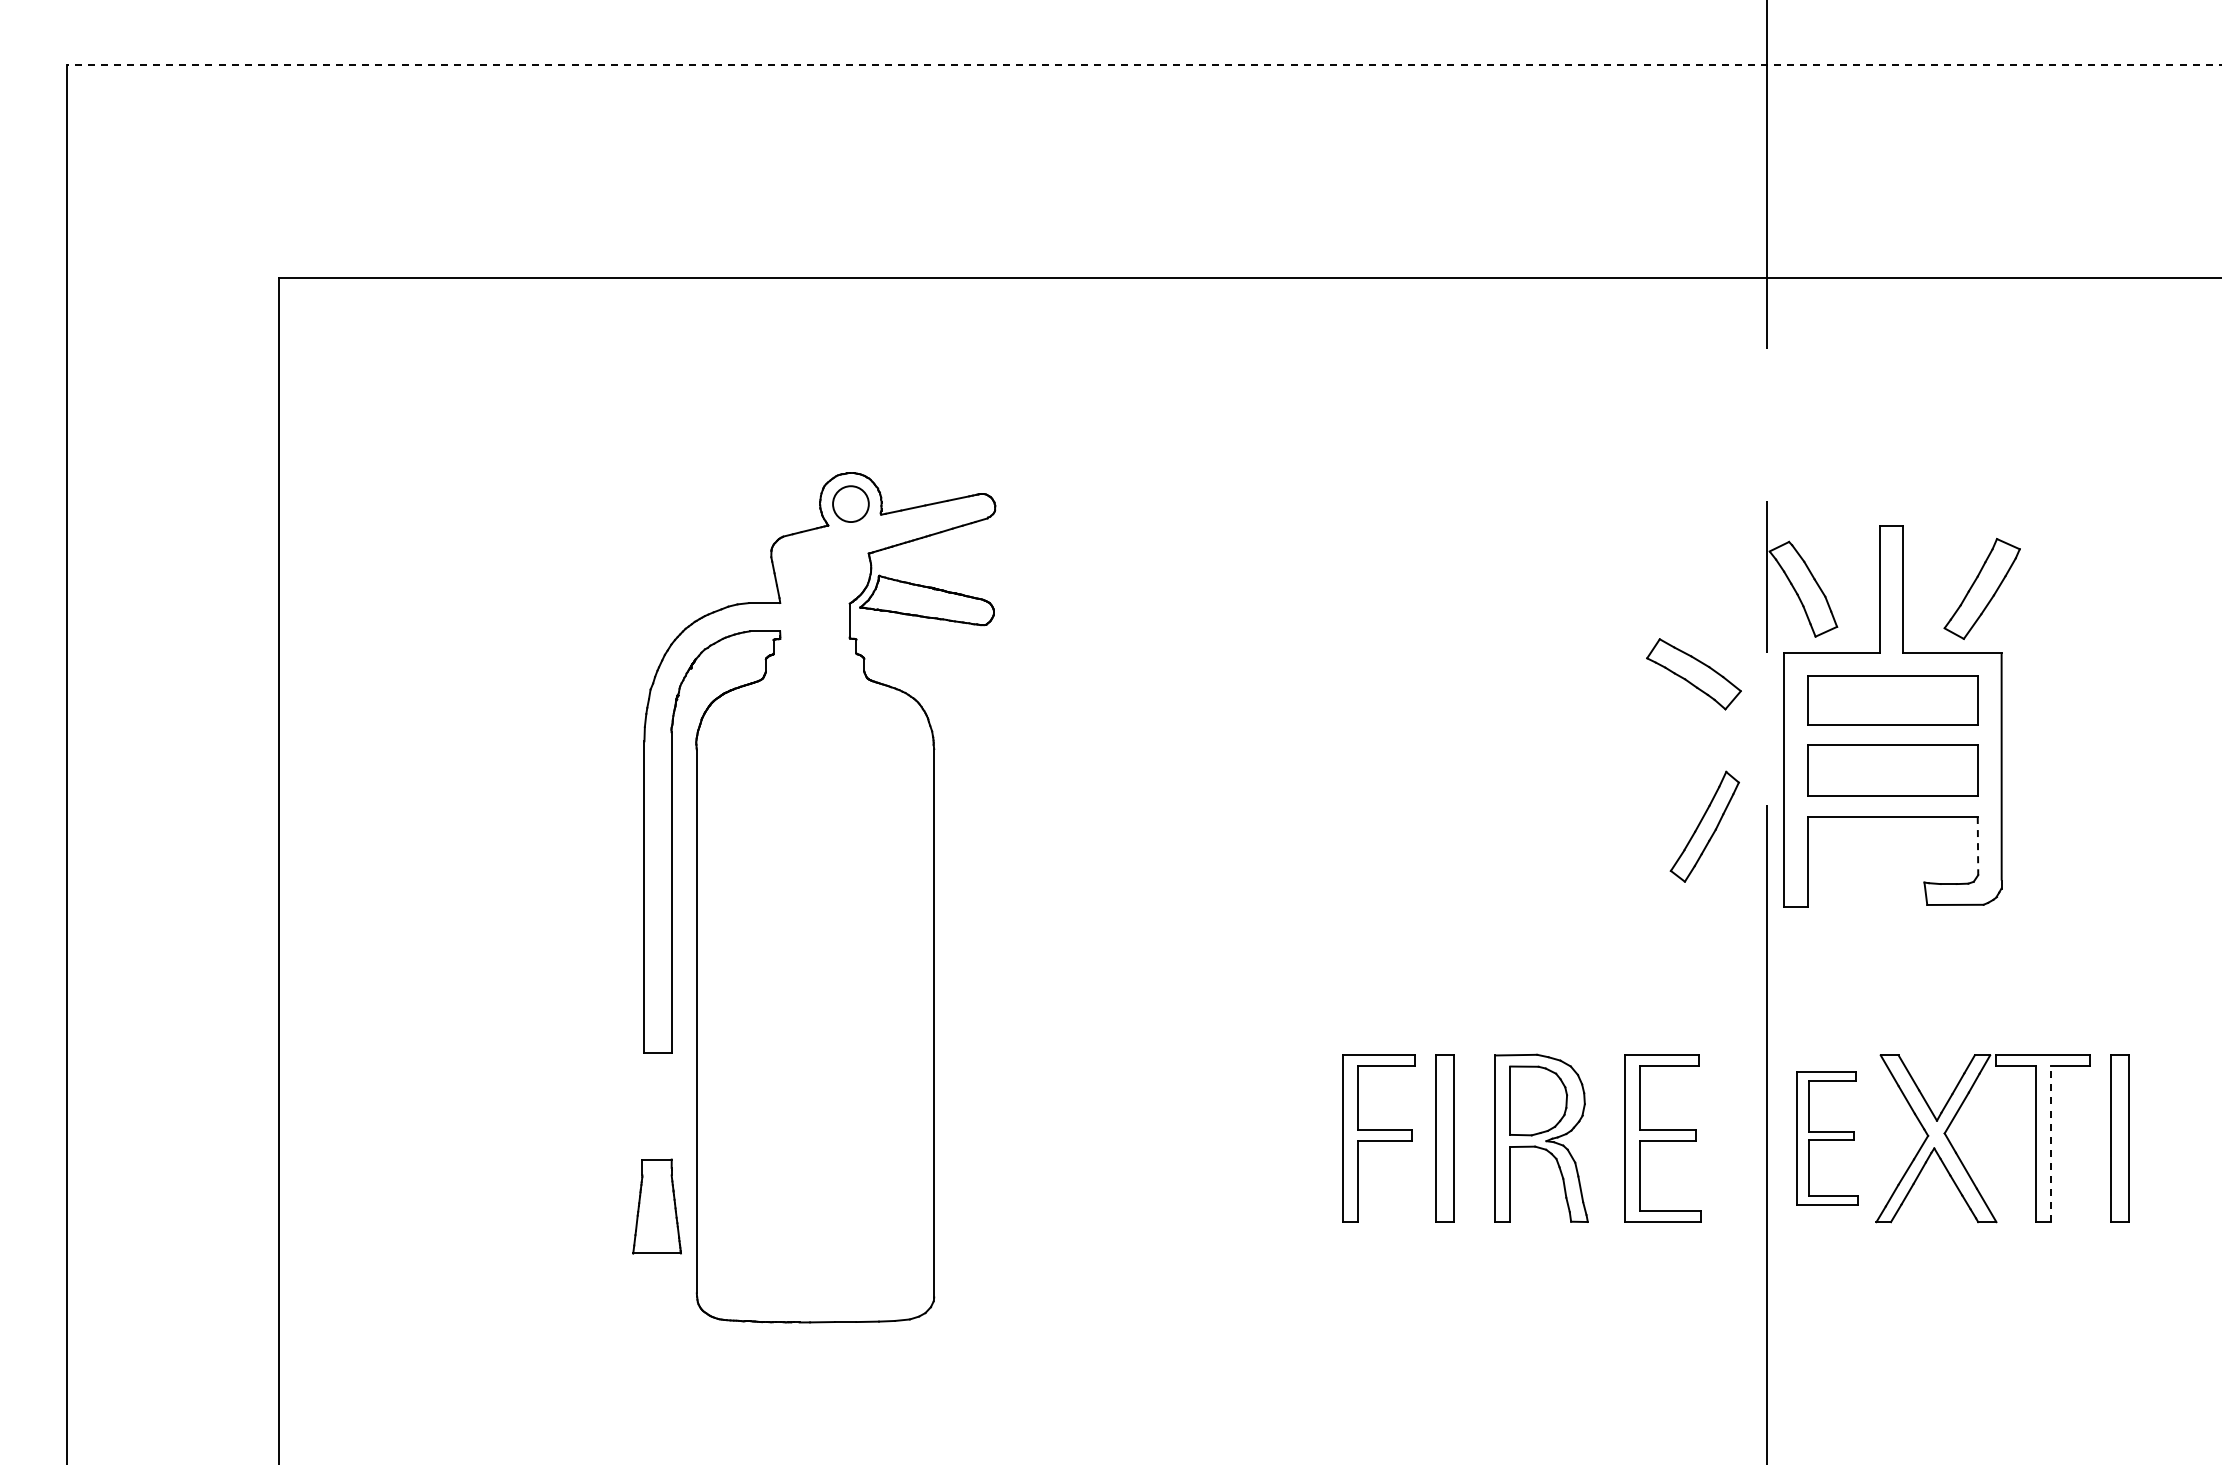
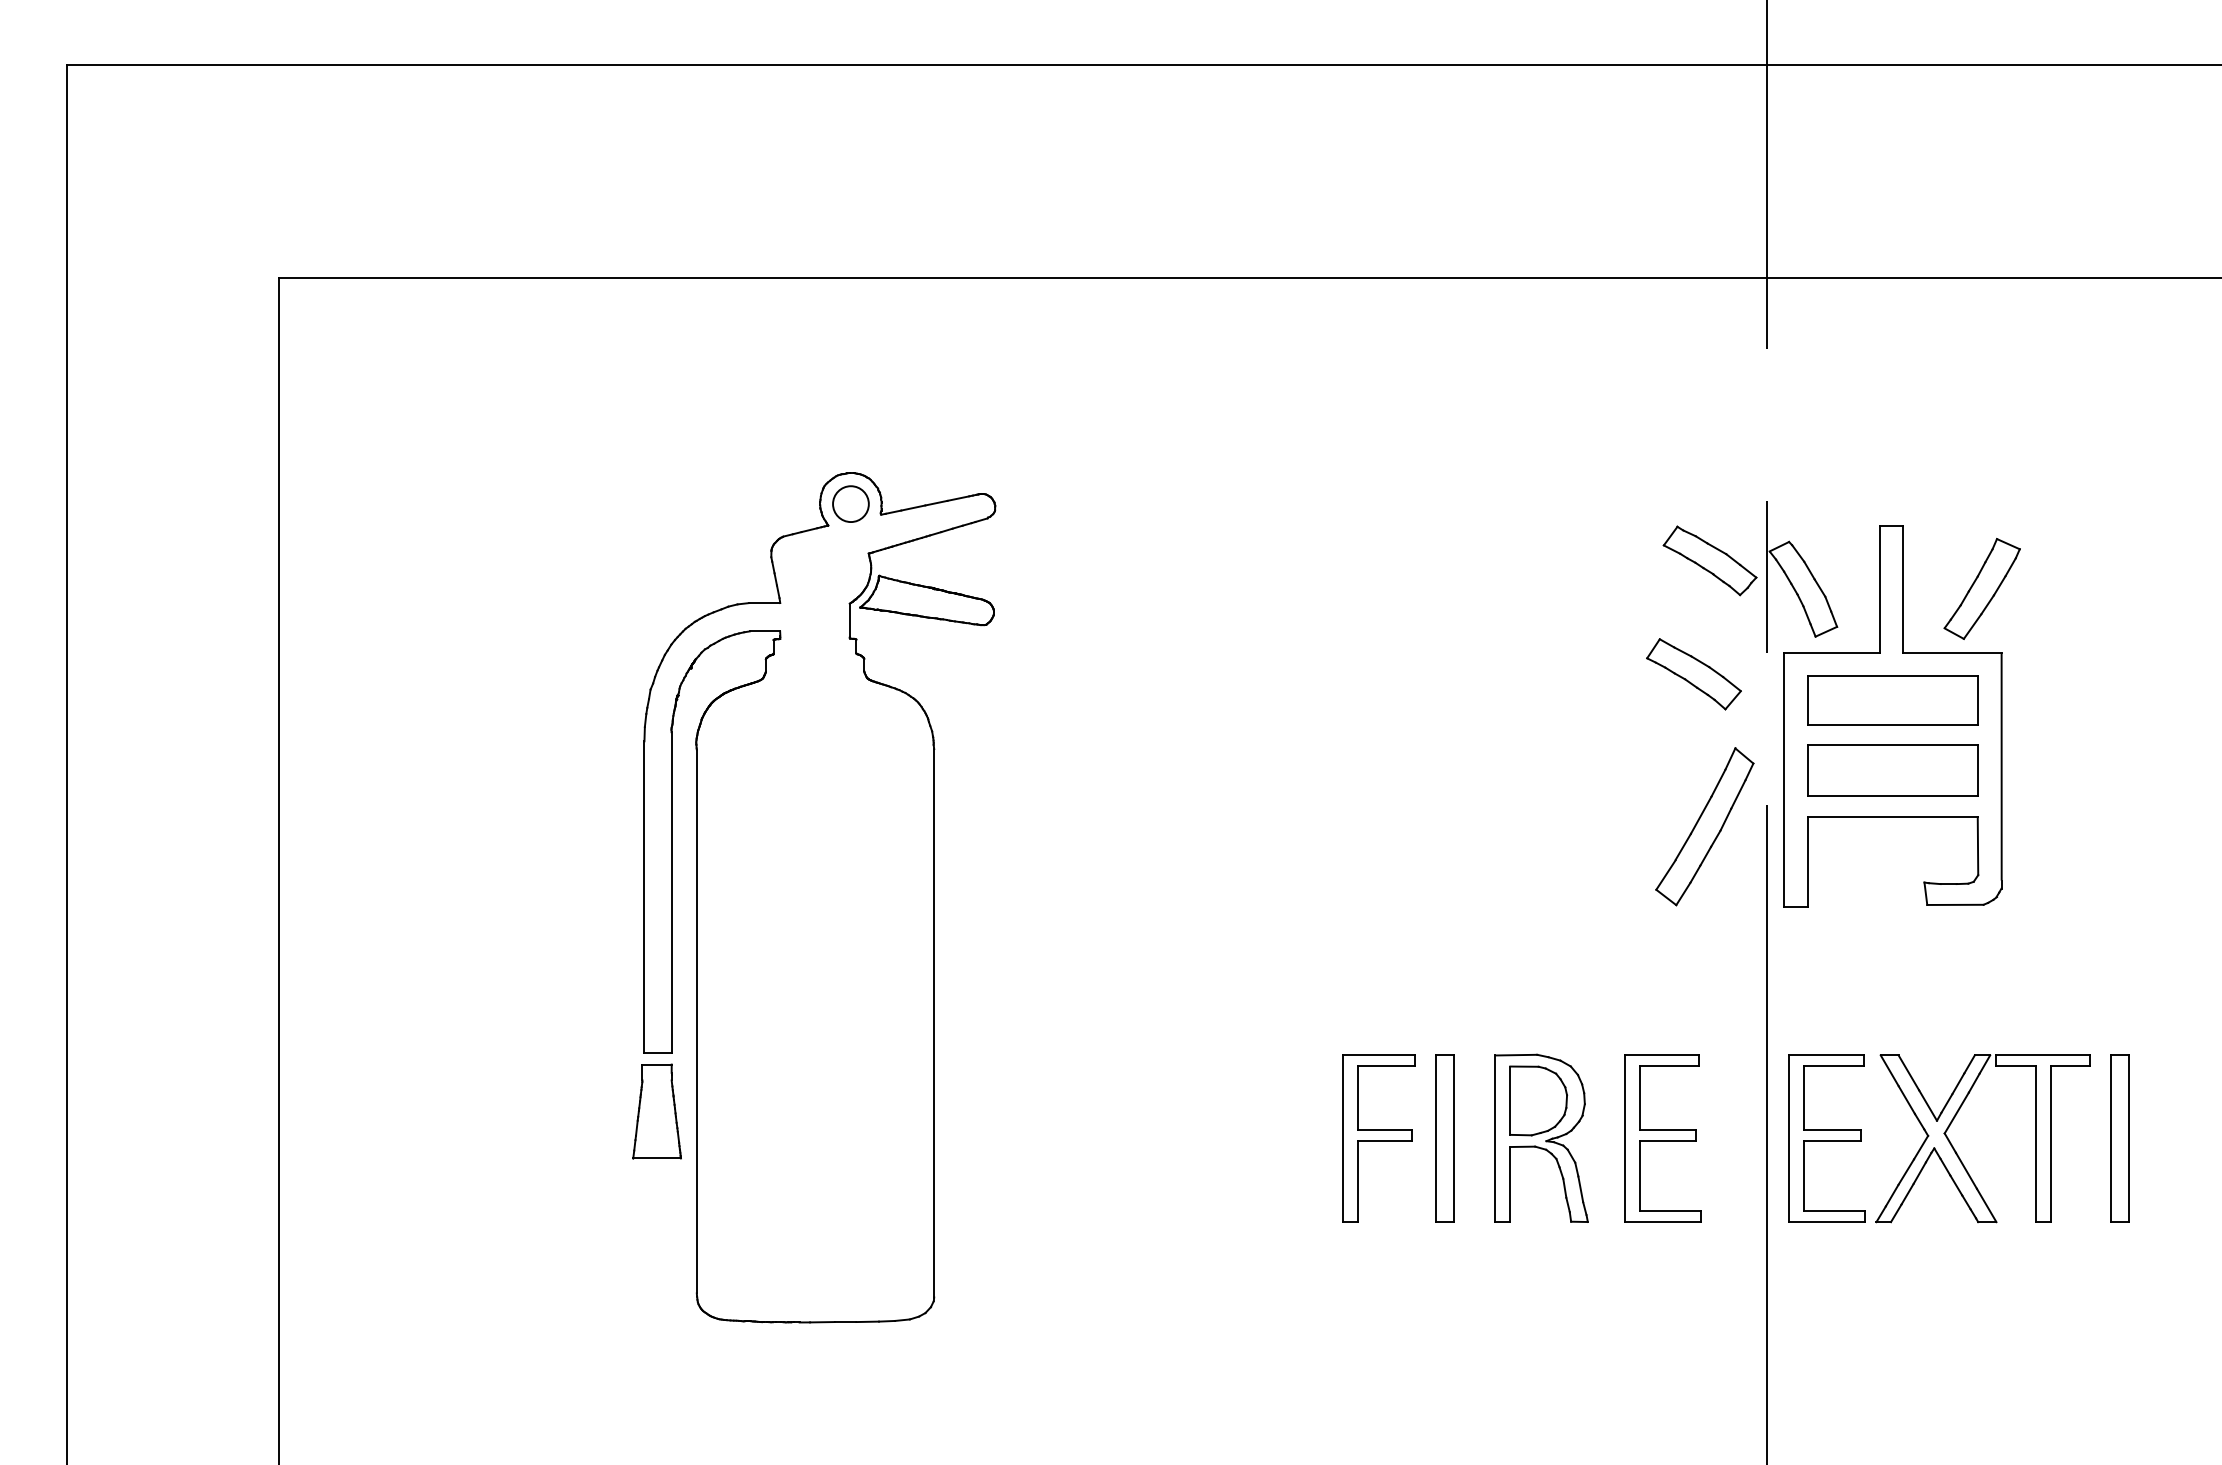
line at (1143, 65): dashed -> solid
part at (1709, 560): none -> present
part at (1704, 826) size: 71x113 px -> 100x160 px
line at (1977, 846): dashed -> solid
part at (1827, 1138) size: 63x135 px -> 78x169 px
line at (2051, 1144): dashed -> solid
part at (656, 1206) position: (656, 1206) -> (656, 1111)
